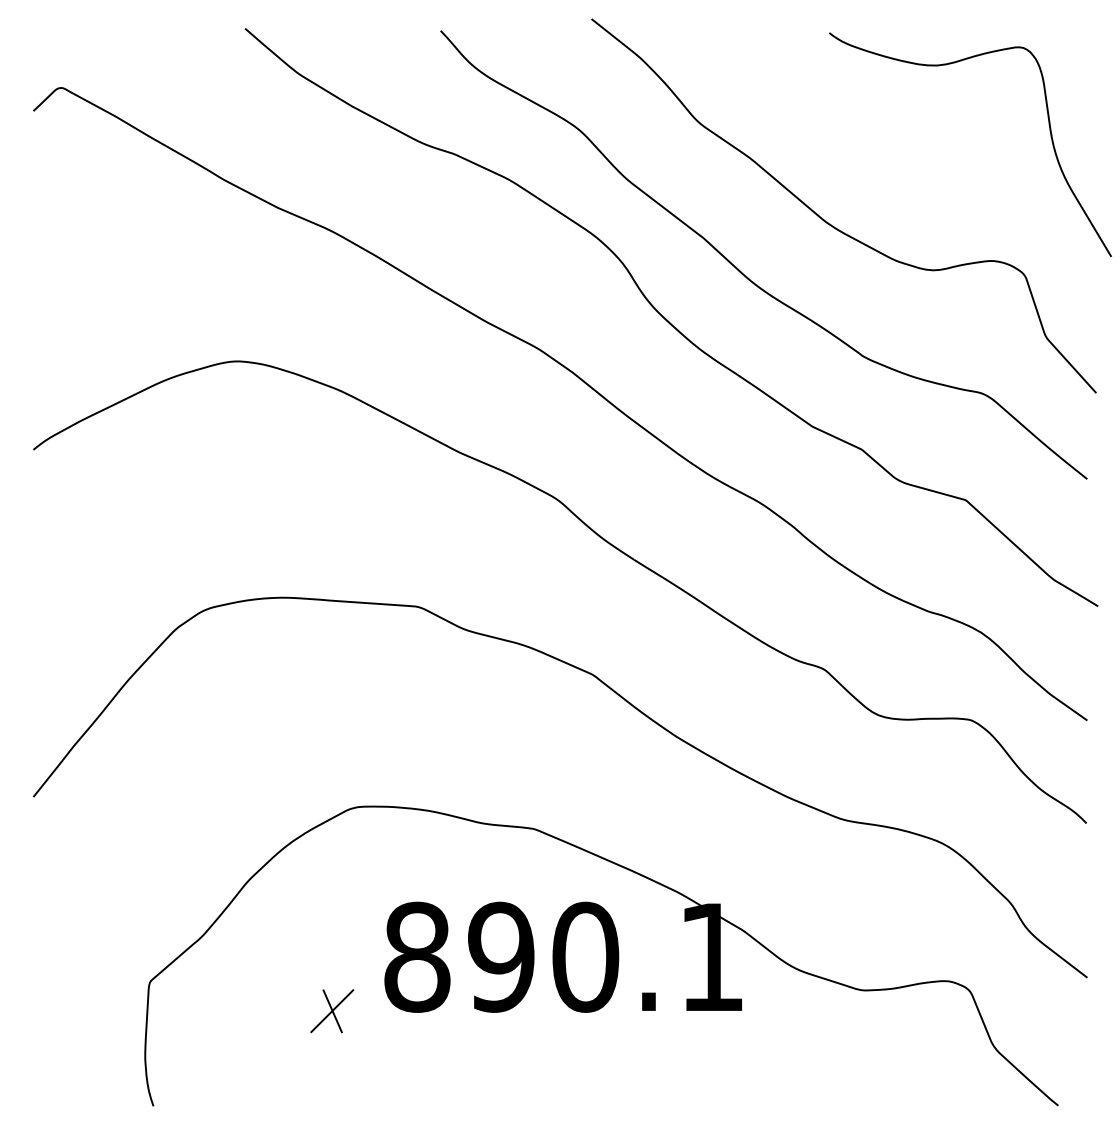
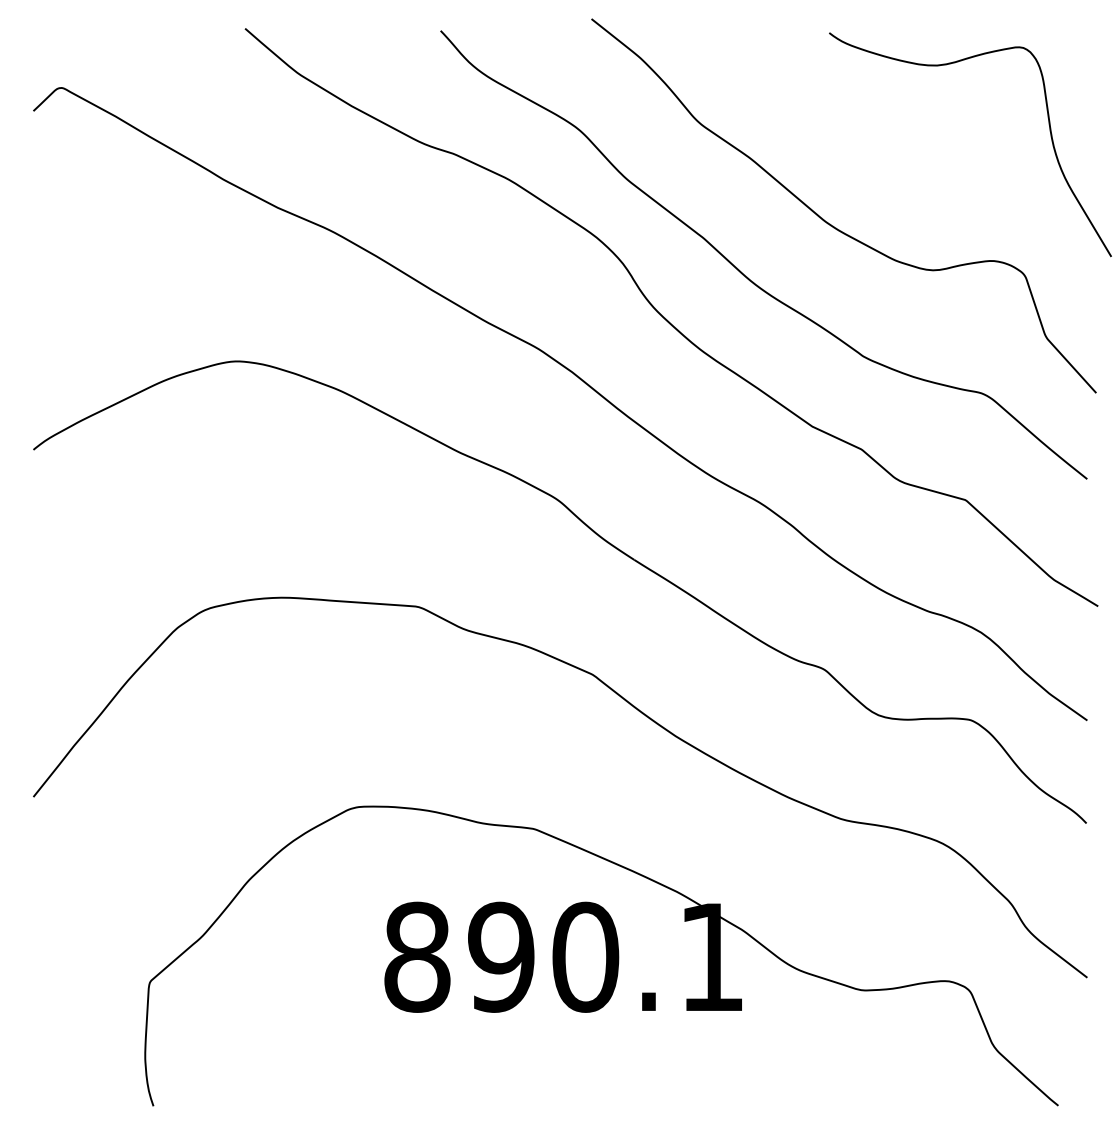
part at (332, 1011): present -> none
